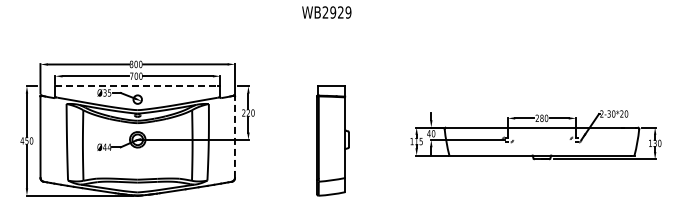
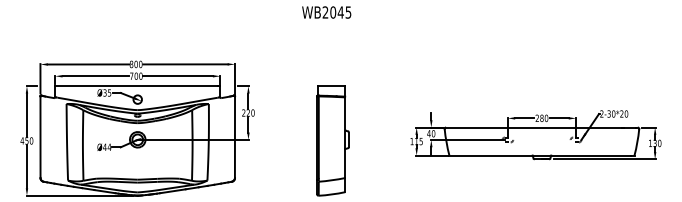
text at (340, 12): WB2929 -> WB2045
line at (137, 86): dashed -> solid
line at (234, 137): dashed -> solid
